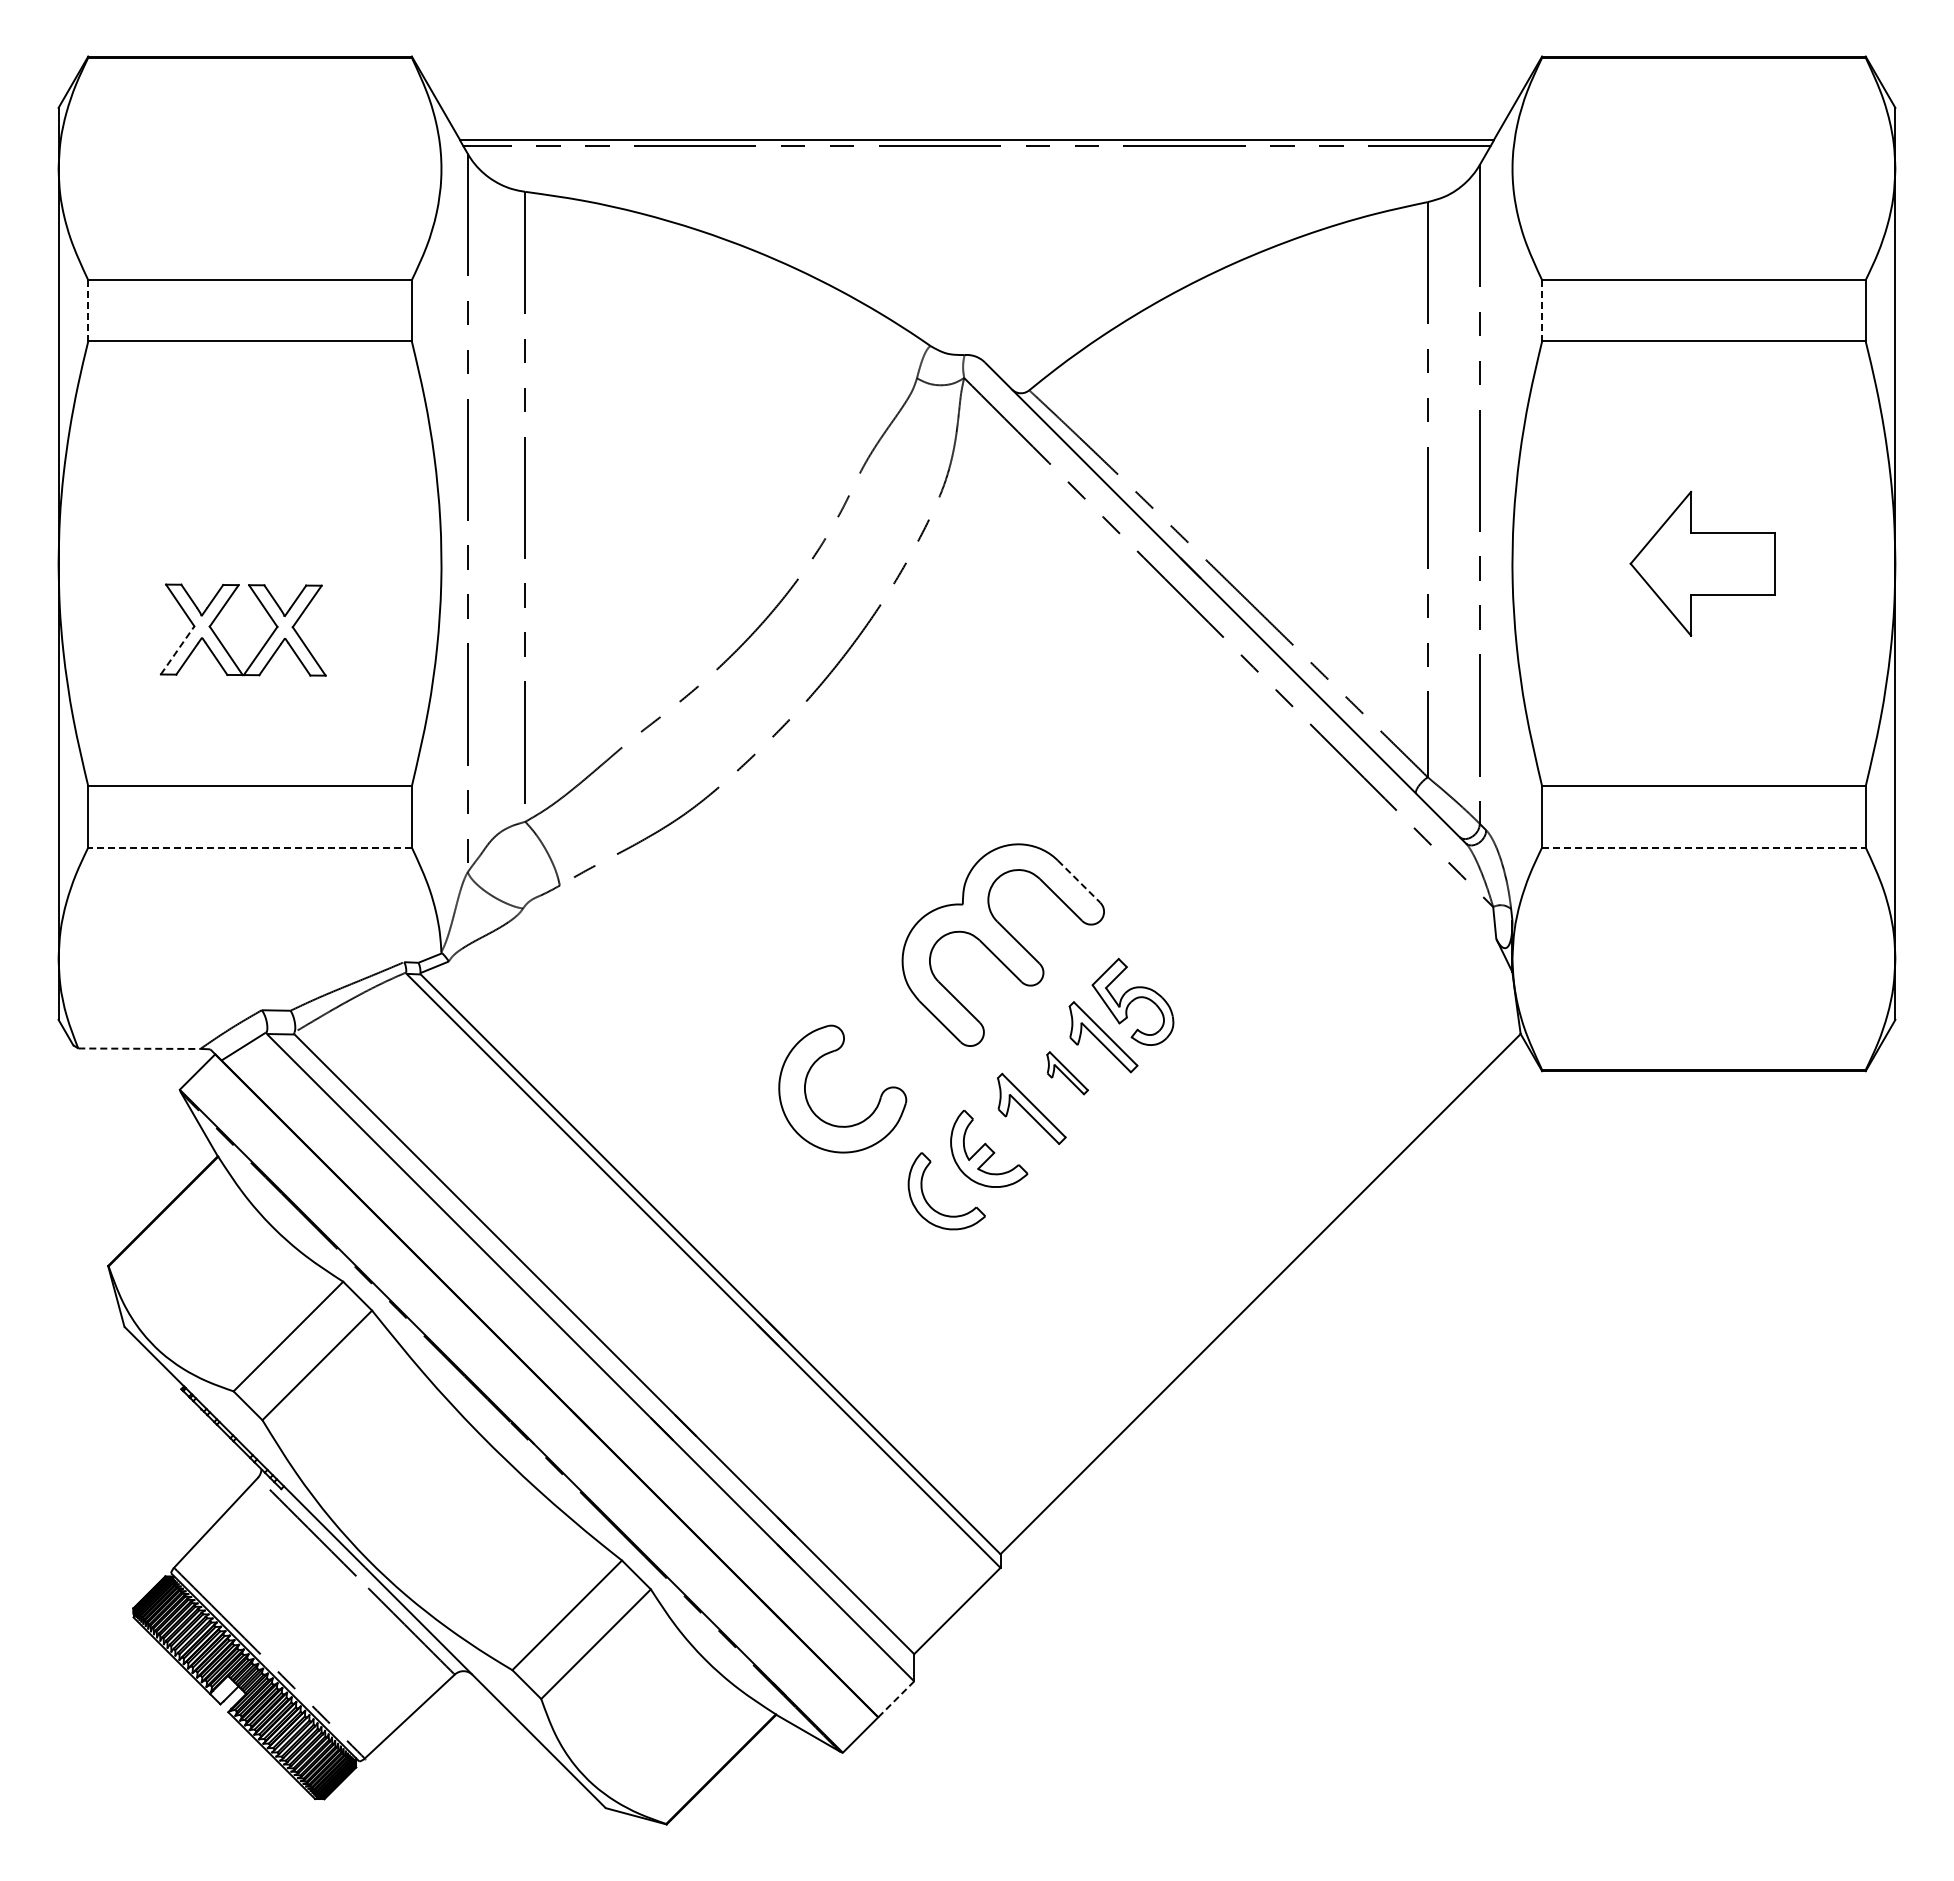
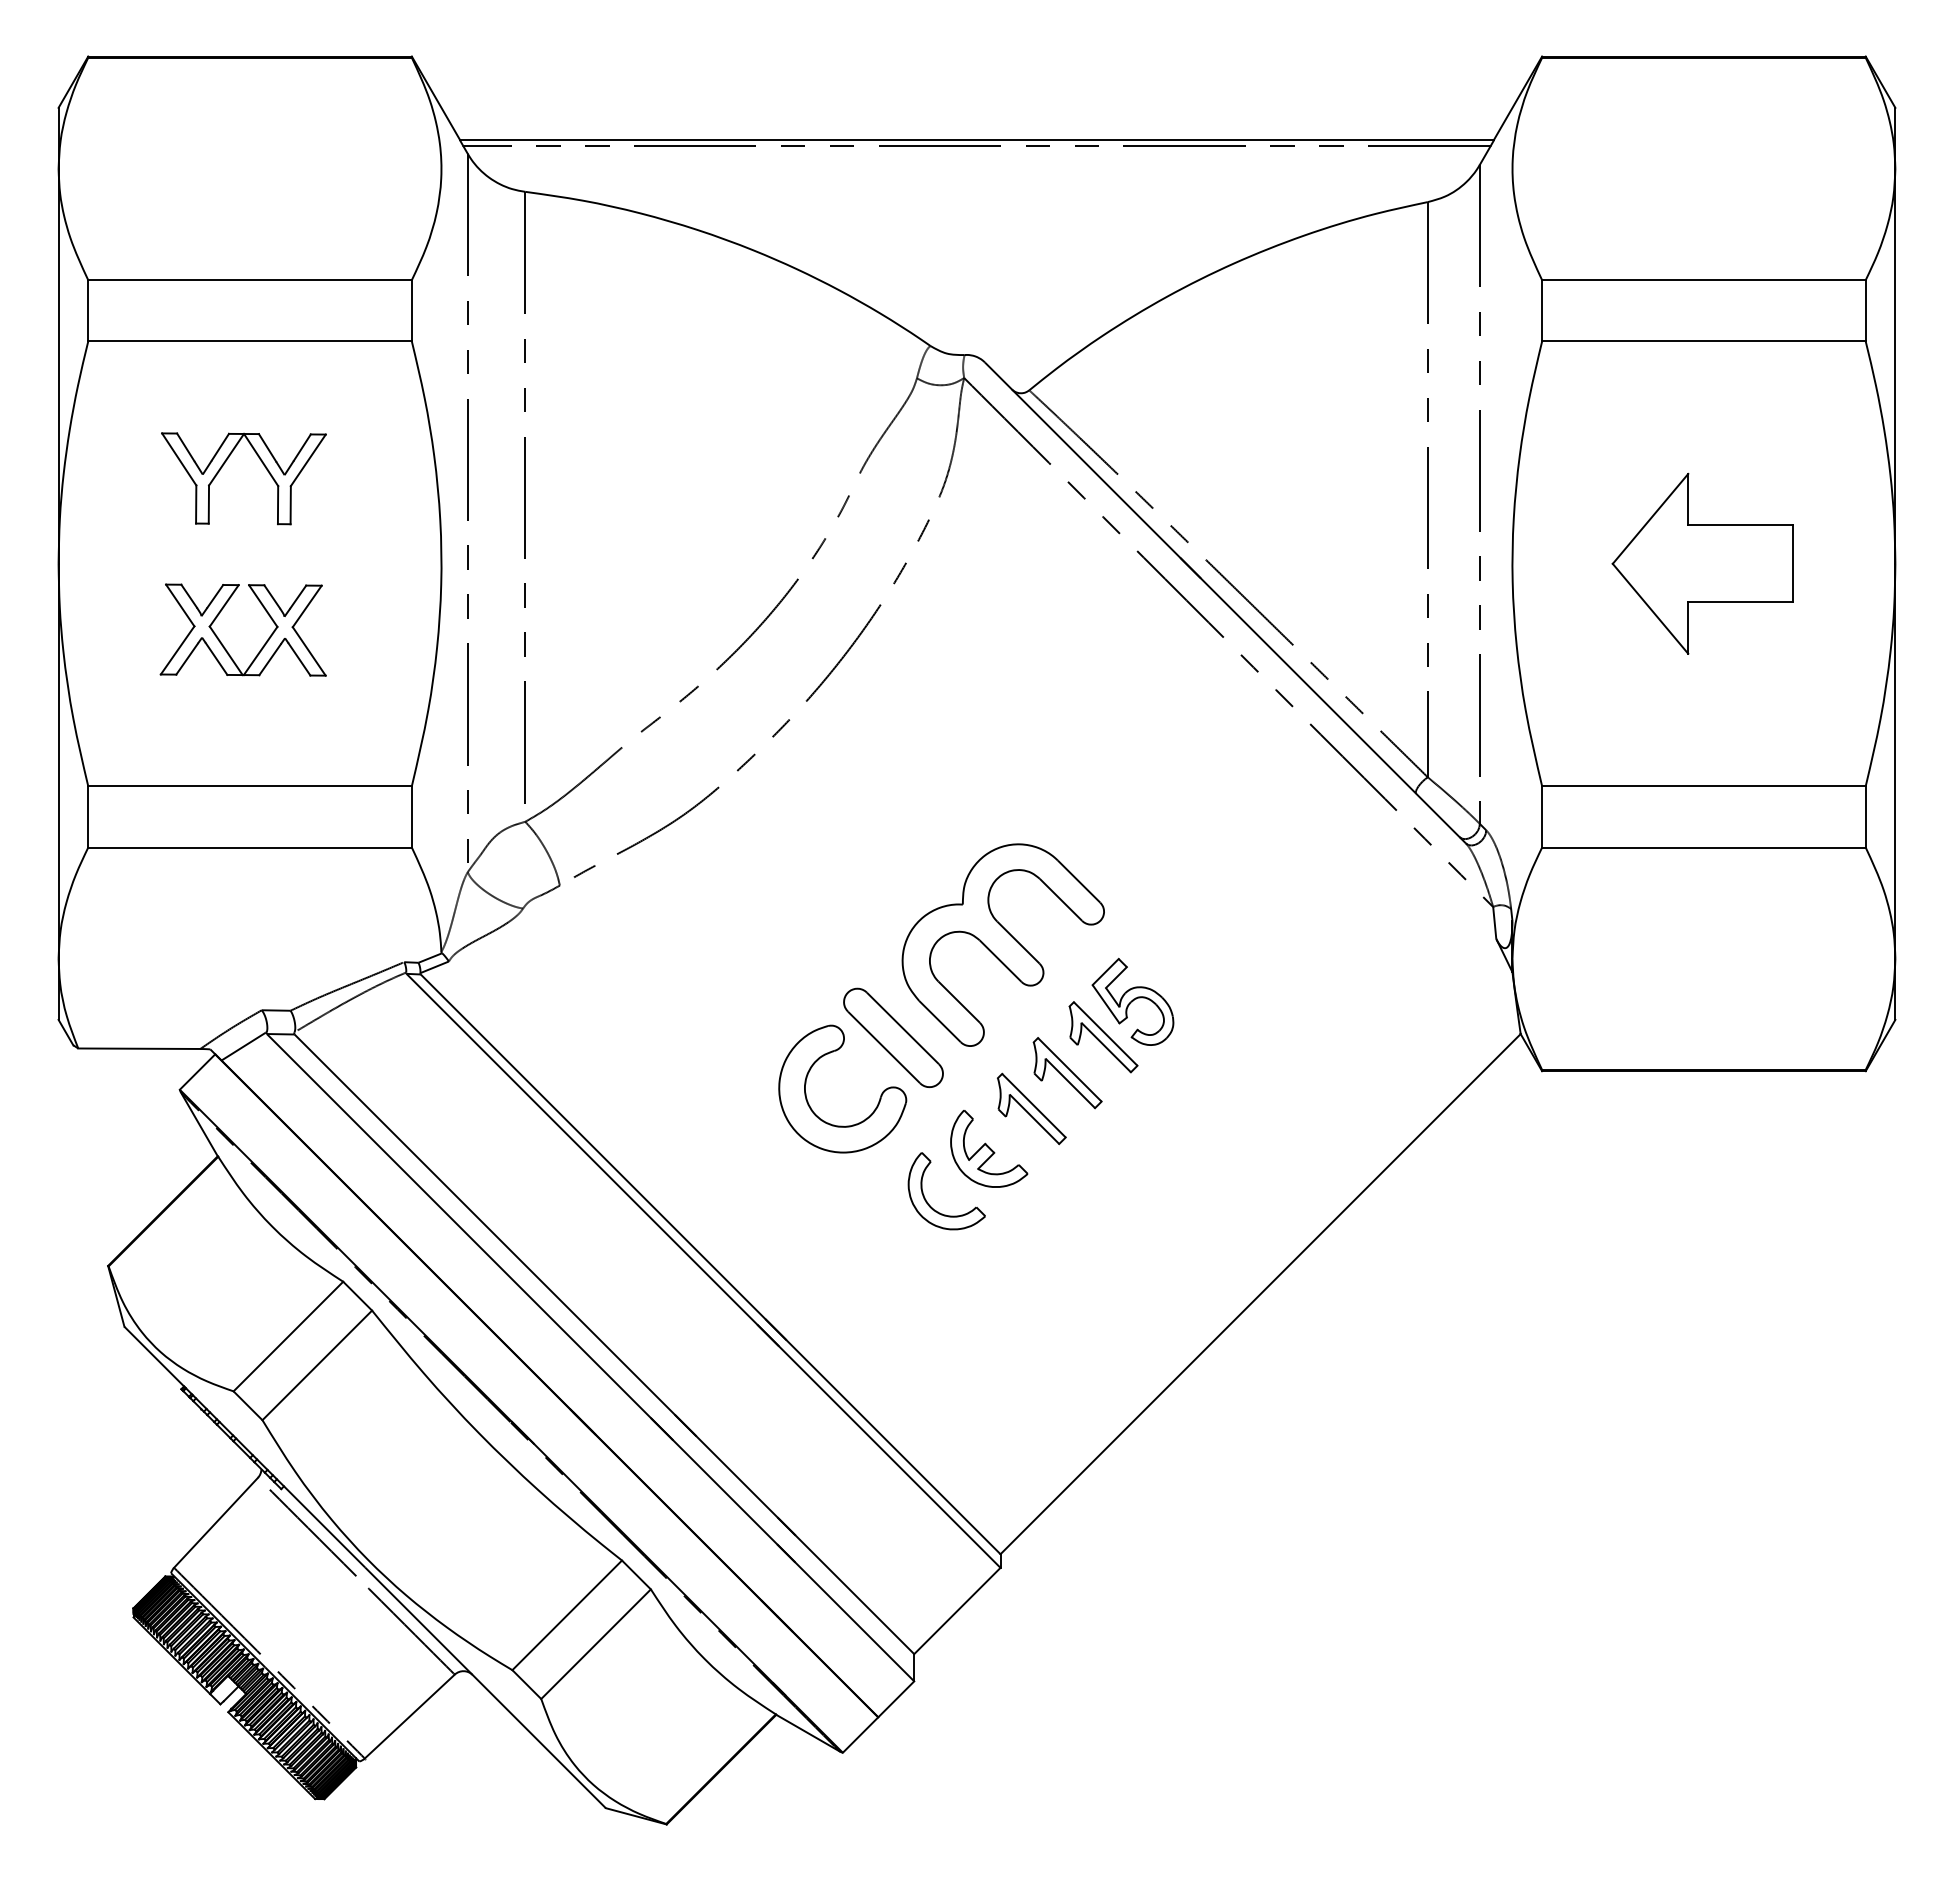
line at (88, 310): dashed -> solid
line at (1542, 310): dashed -> solid
part at (223, 466): none -> present
part at (1702, 563) size: 147x147 px -> 183x183 px
line at (177, 650): dashed -> solid
line at (250, 847): dashed -> solid
line at (1703, 847): dashed -> solid
line at (1079, 881): dashed -> solid
part at (893, 1037): none -> present
line at (139, 1048): dashed -> solid
part at (1067, 1073) size: 43x45 px -> 71x73 px
line at (896, 1699): dashed -> solid
